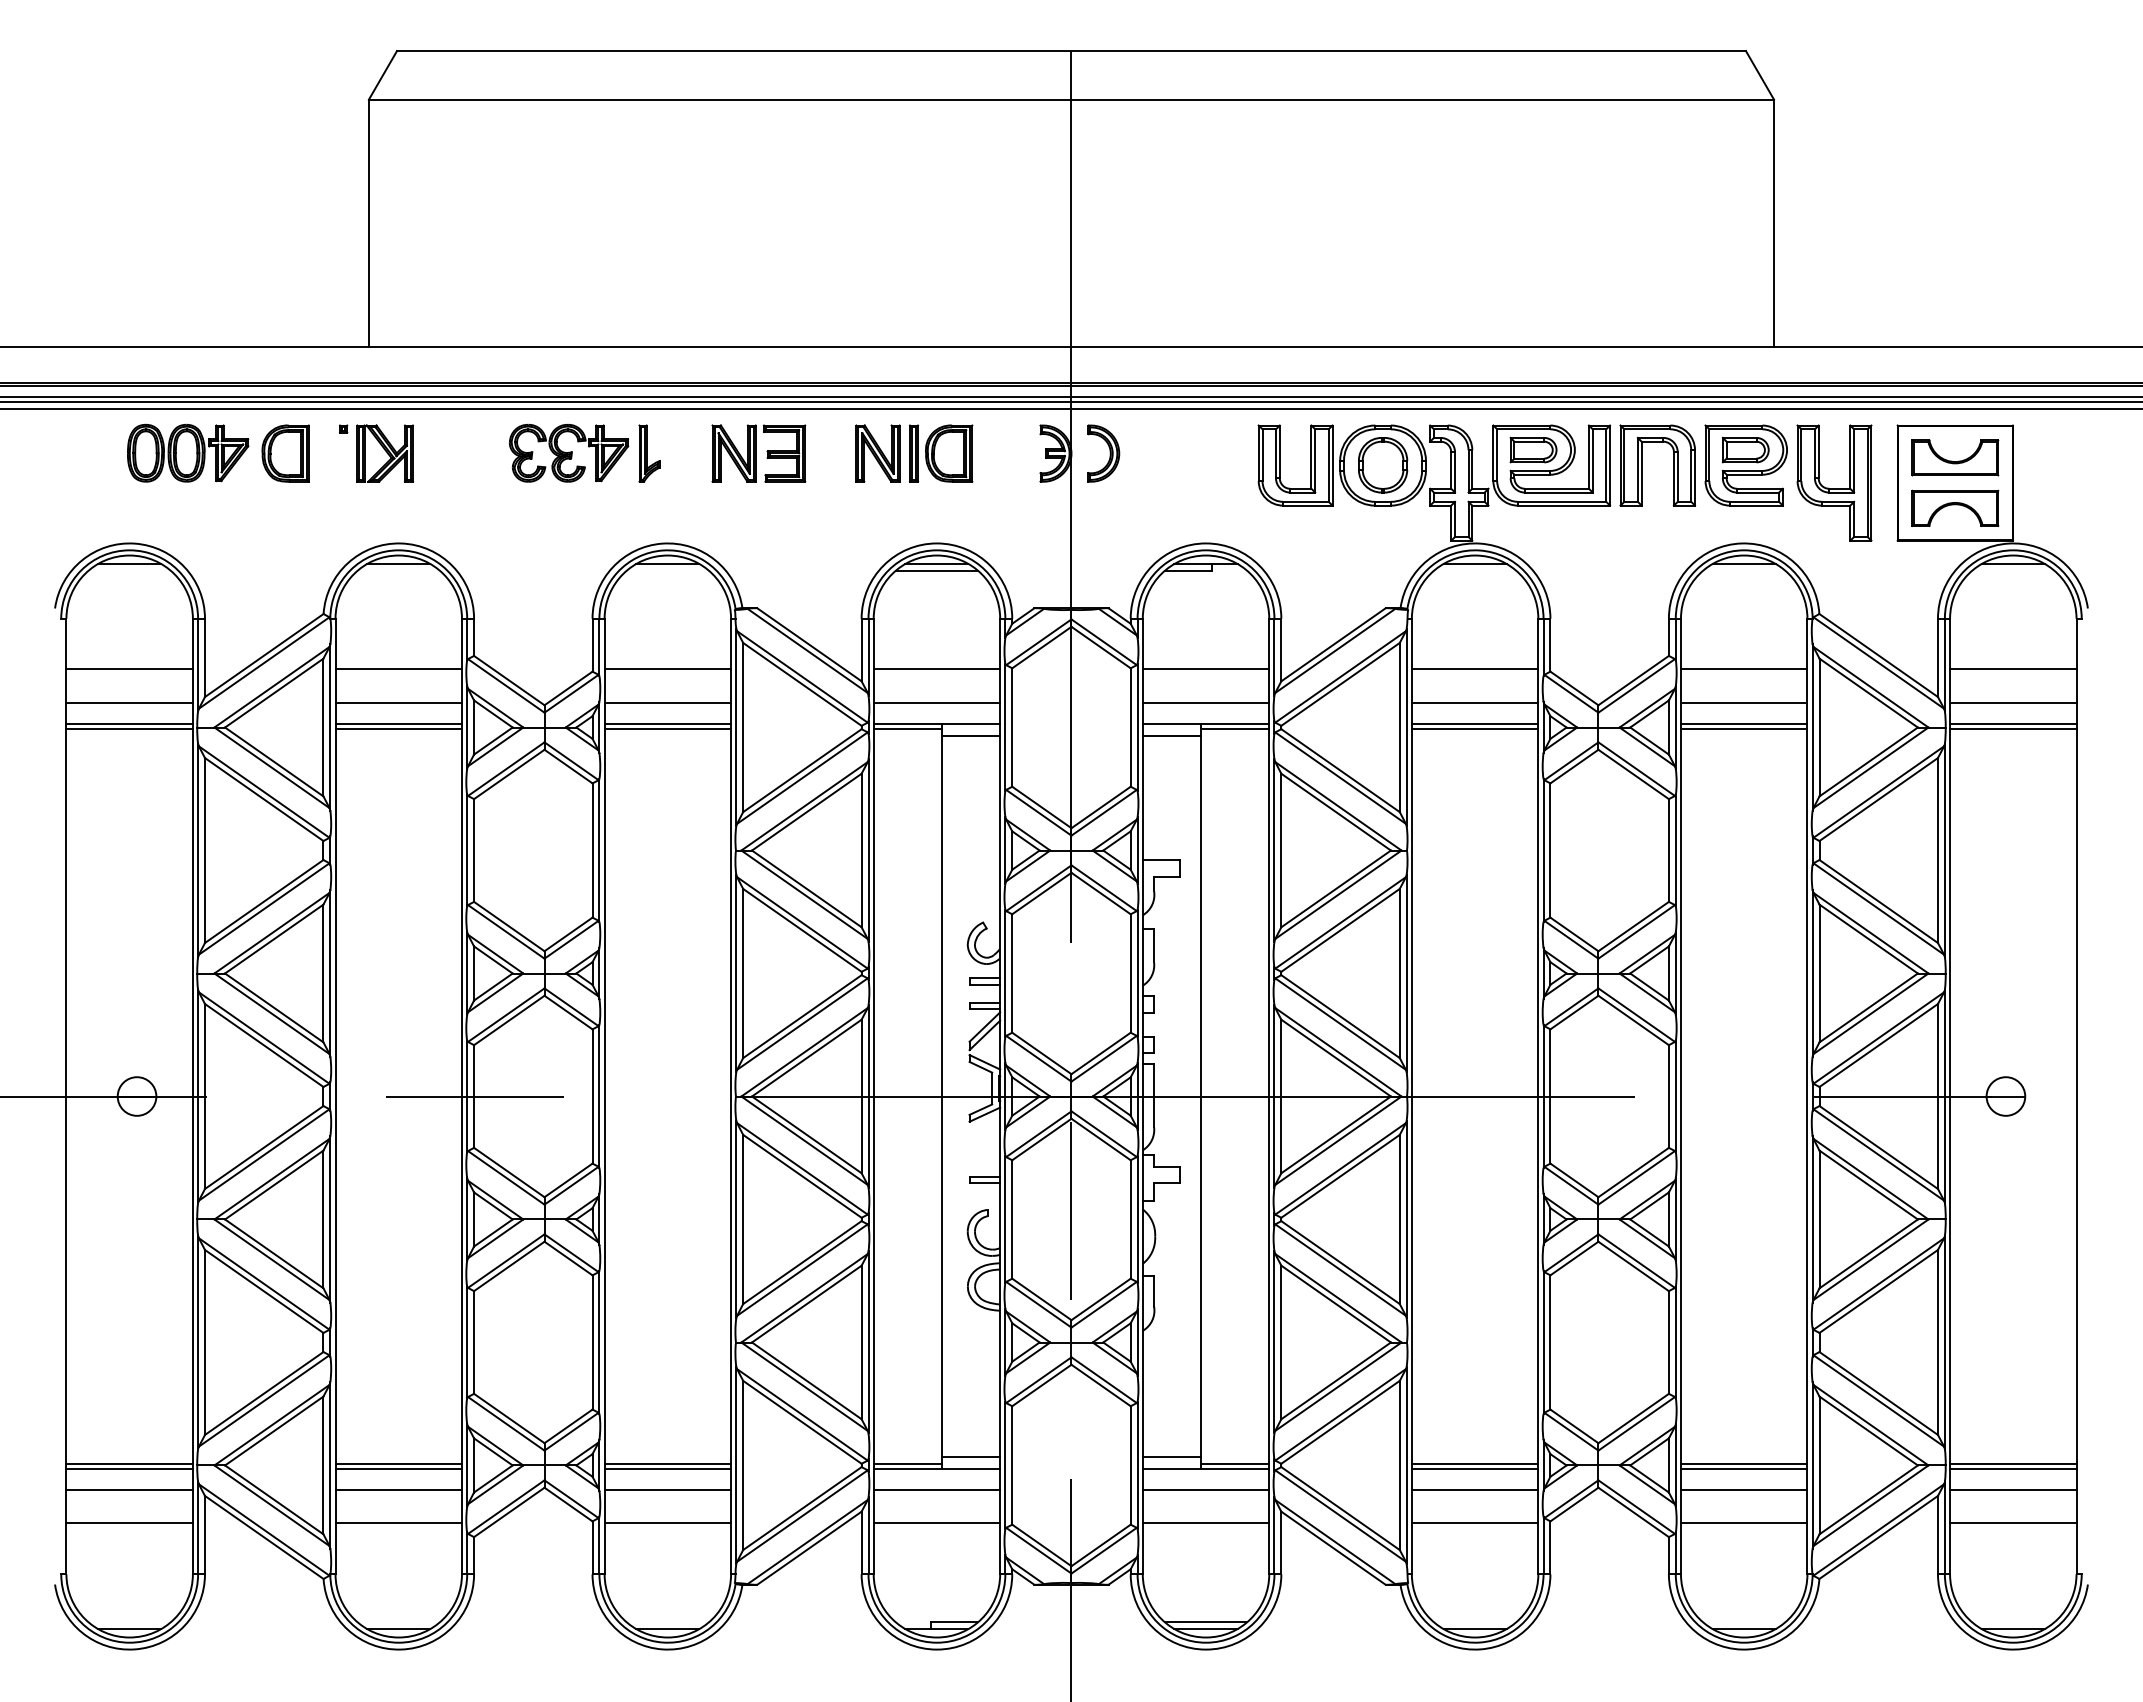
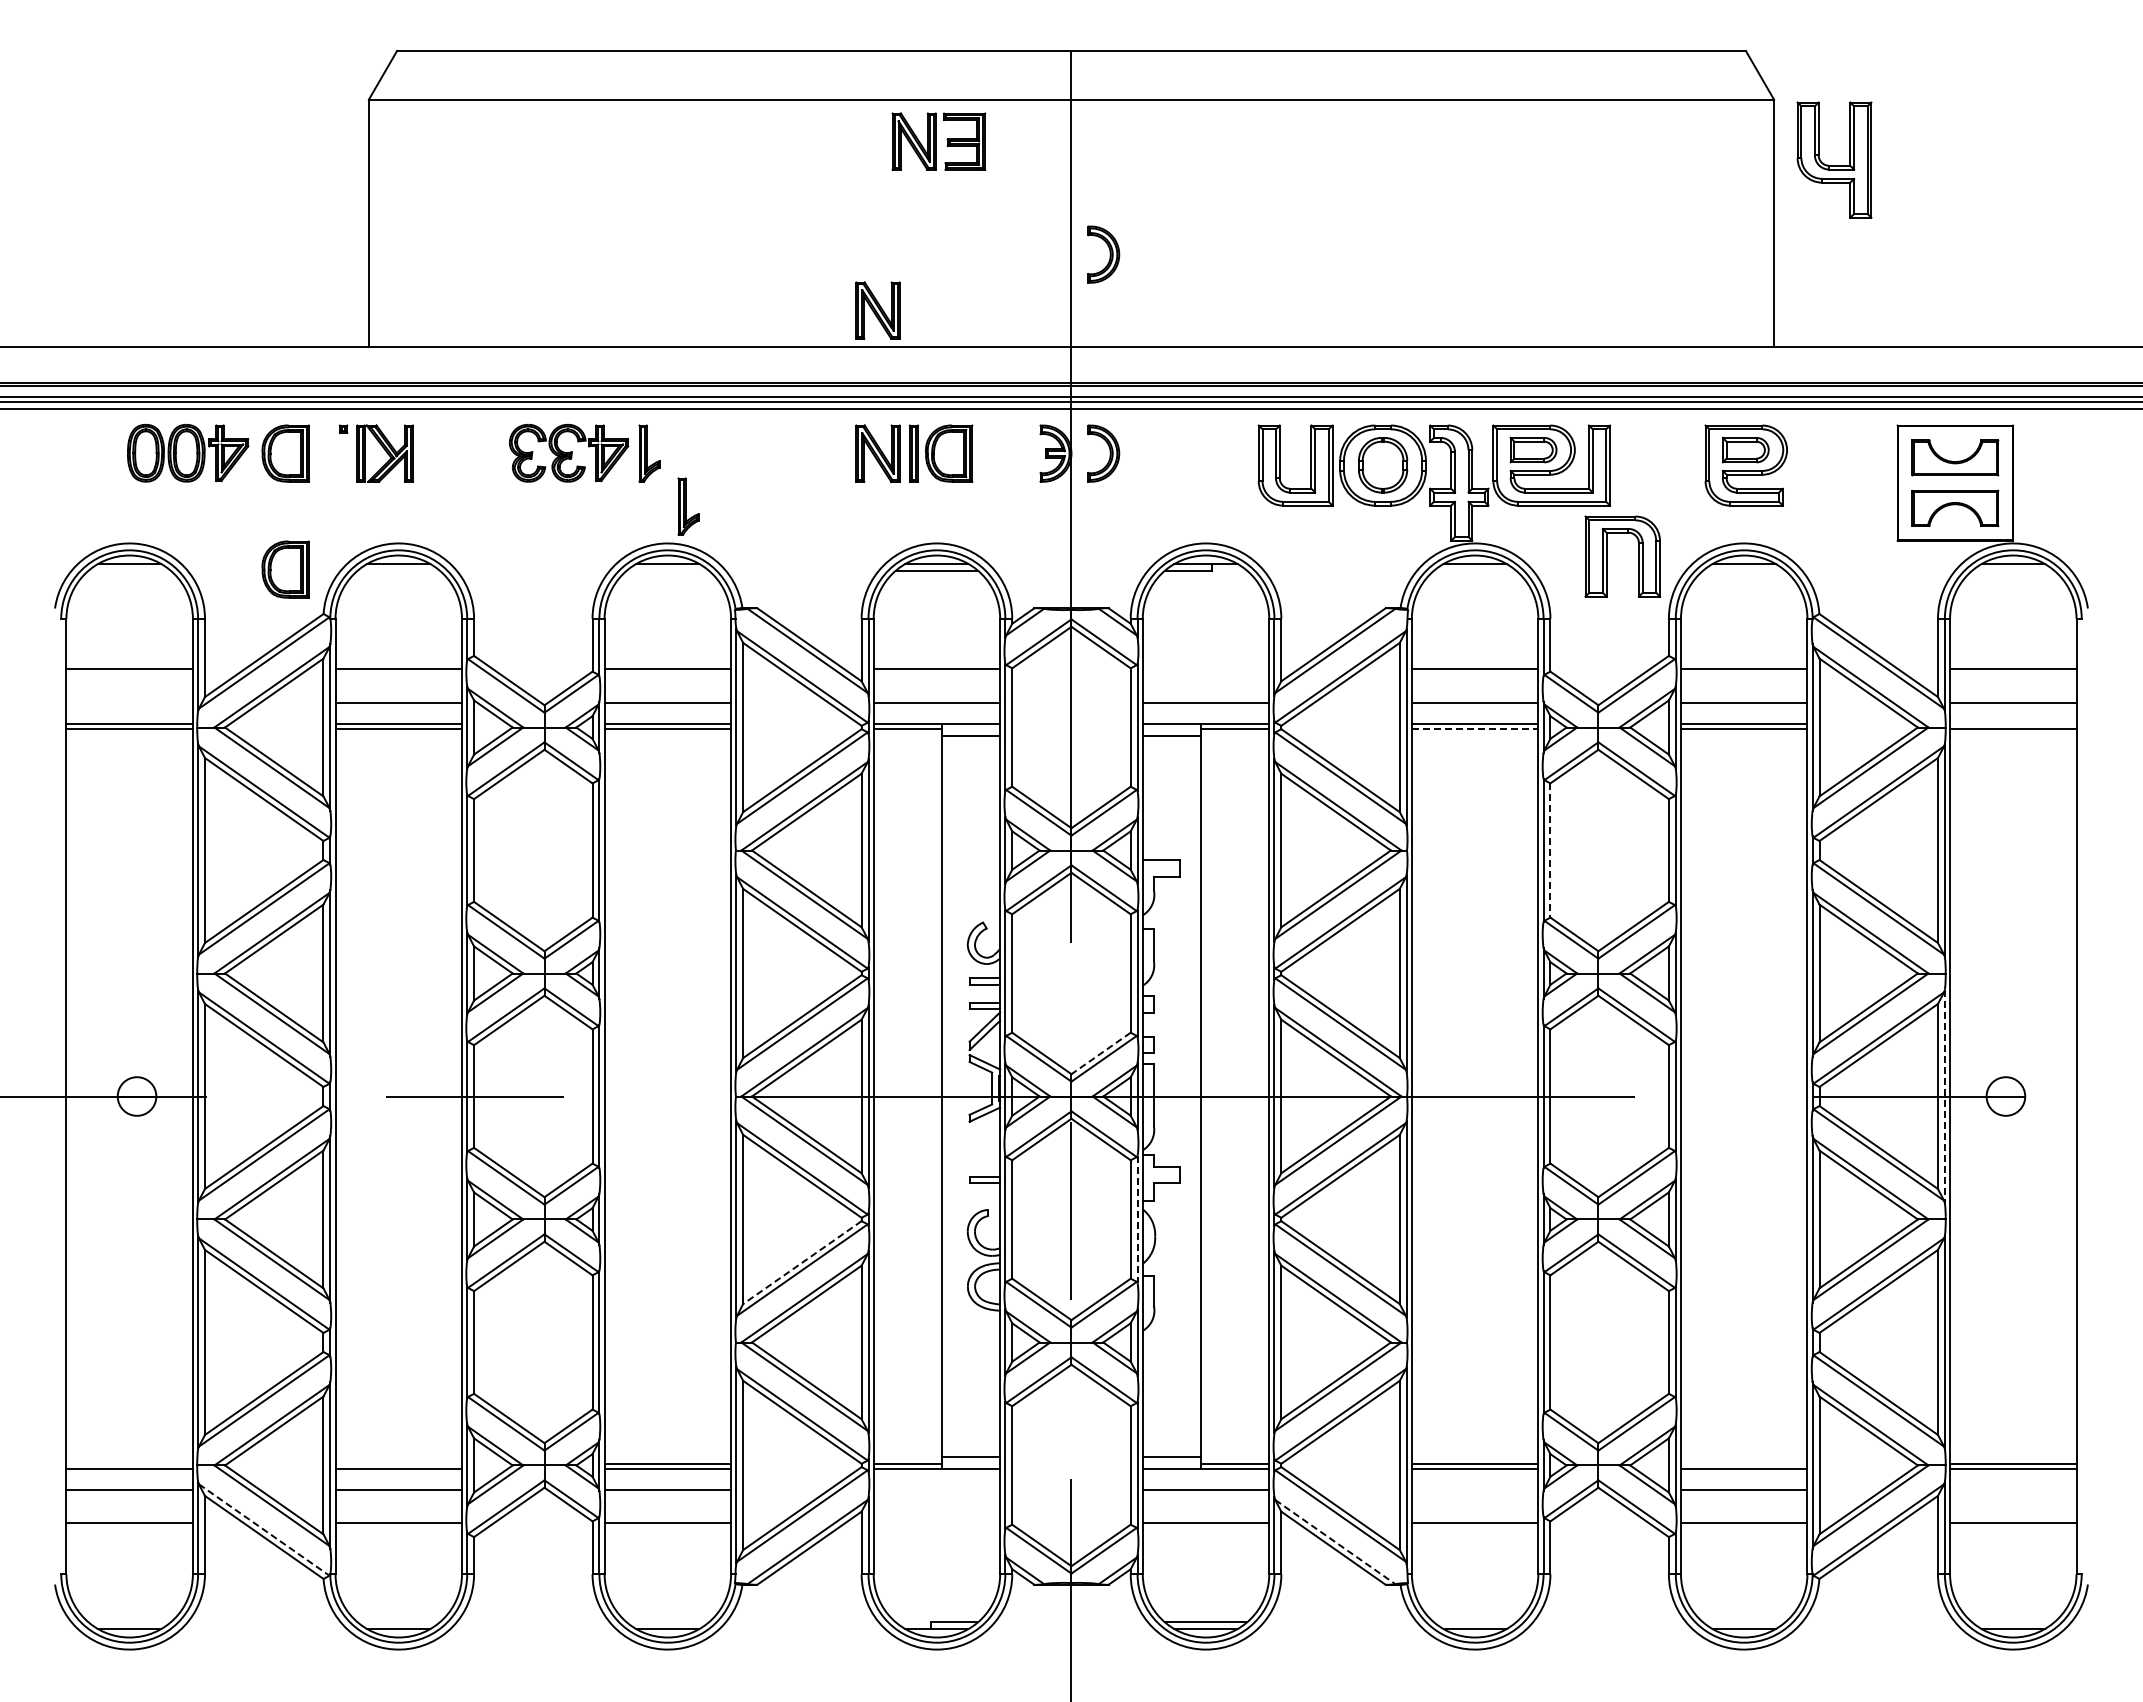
part at (1103, 254): none -> present
part at (877, 310): none -> present
part at (758, 453) position: (758, 453) -> (938, 141)
part at (1642, 465) position: (1642, 465) -> (1607, 556)
part at (1834, 482) position: (1834, 482) -> (1834, 159)
part at (688, 506): none -> present
part at (285, 569): none -> present
line at (1205, 669): present -> none
line at (129, 703): present -> none
line at (2013, 724): present -> none
line at (1475, 729): solid -> dashed
line at (1550, 851): solid -> dashed
line at (1100, 1053): solid -> dashed
line at (1944, 1096): solid -> dashed
line at (1137, 1219): solid -> dashed
line at (801, 1262): solid -> dashed
line at (129, 1463): present -> none
line at (398, 1463): present -> none
line at (1743, 1463): present -> none
line at (936, 1489): present -> none
line at (1474, 1489): present -> none
line at (2013, 1489): present -> none
line at (936, 1523): present -> none
line at (264, 1530): solid -> dashed
line at (1335, 1542): solid -> dashed
